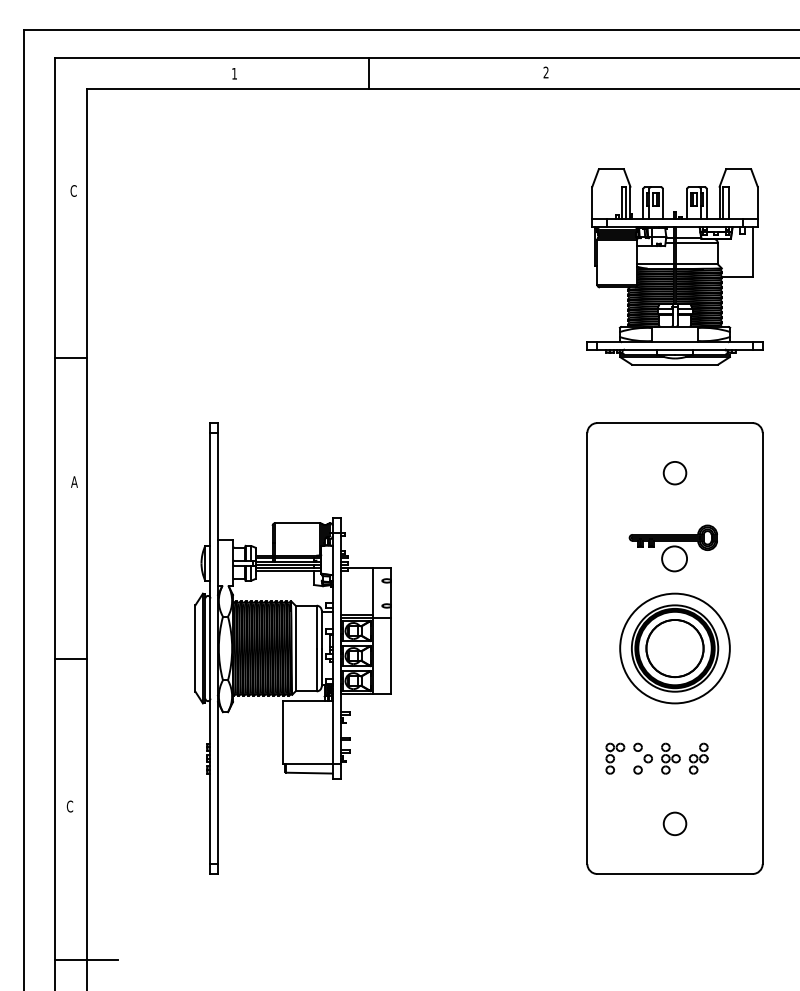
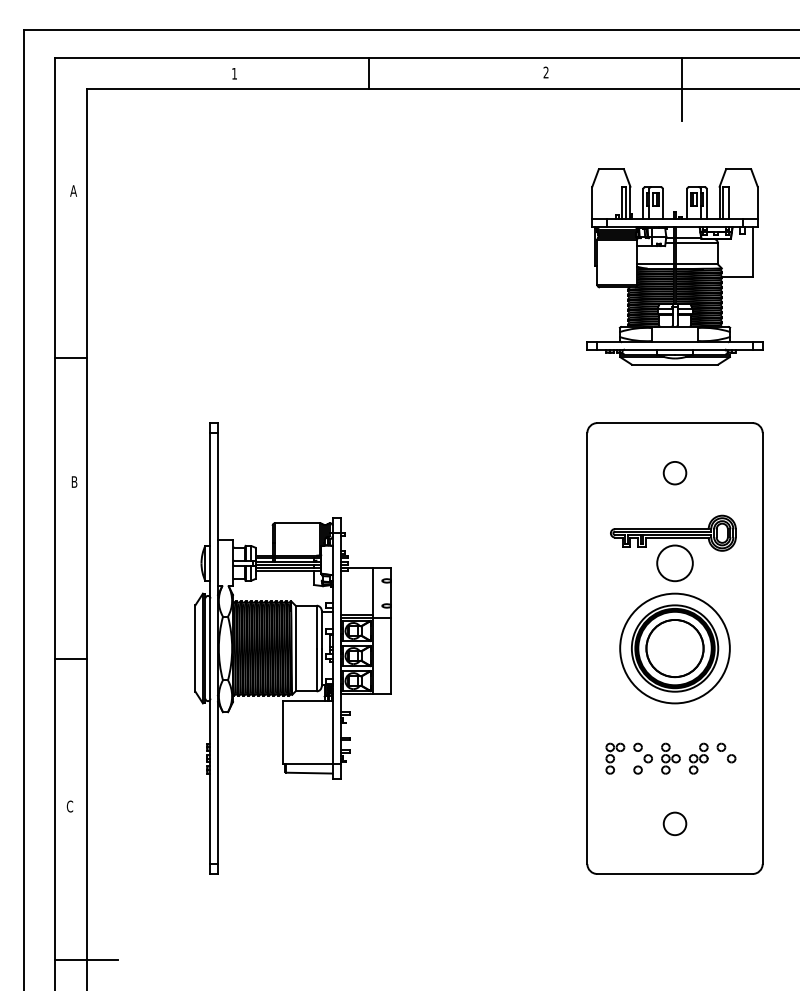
line at (681, 88): none -> present
text at (73, 190): C -> A
text at (74, 481): A -> B
part at (672, 548) size: 90x49 px -> 127x69 px
part at (726, 752): none -> present
